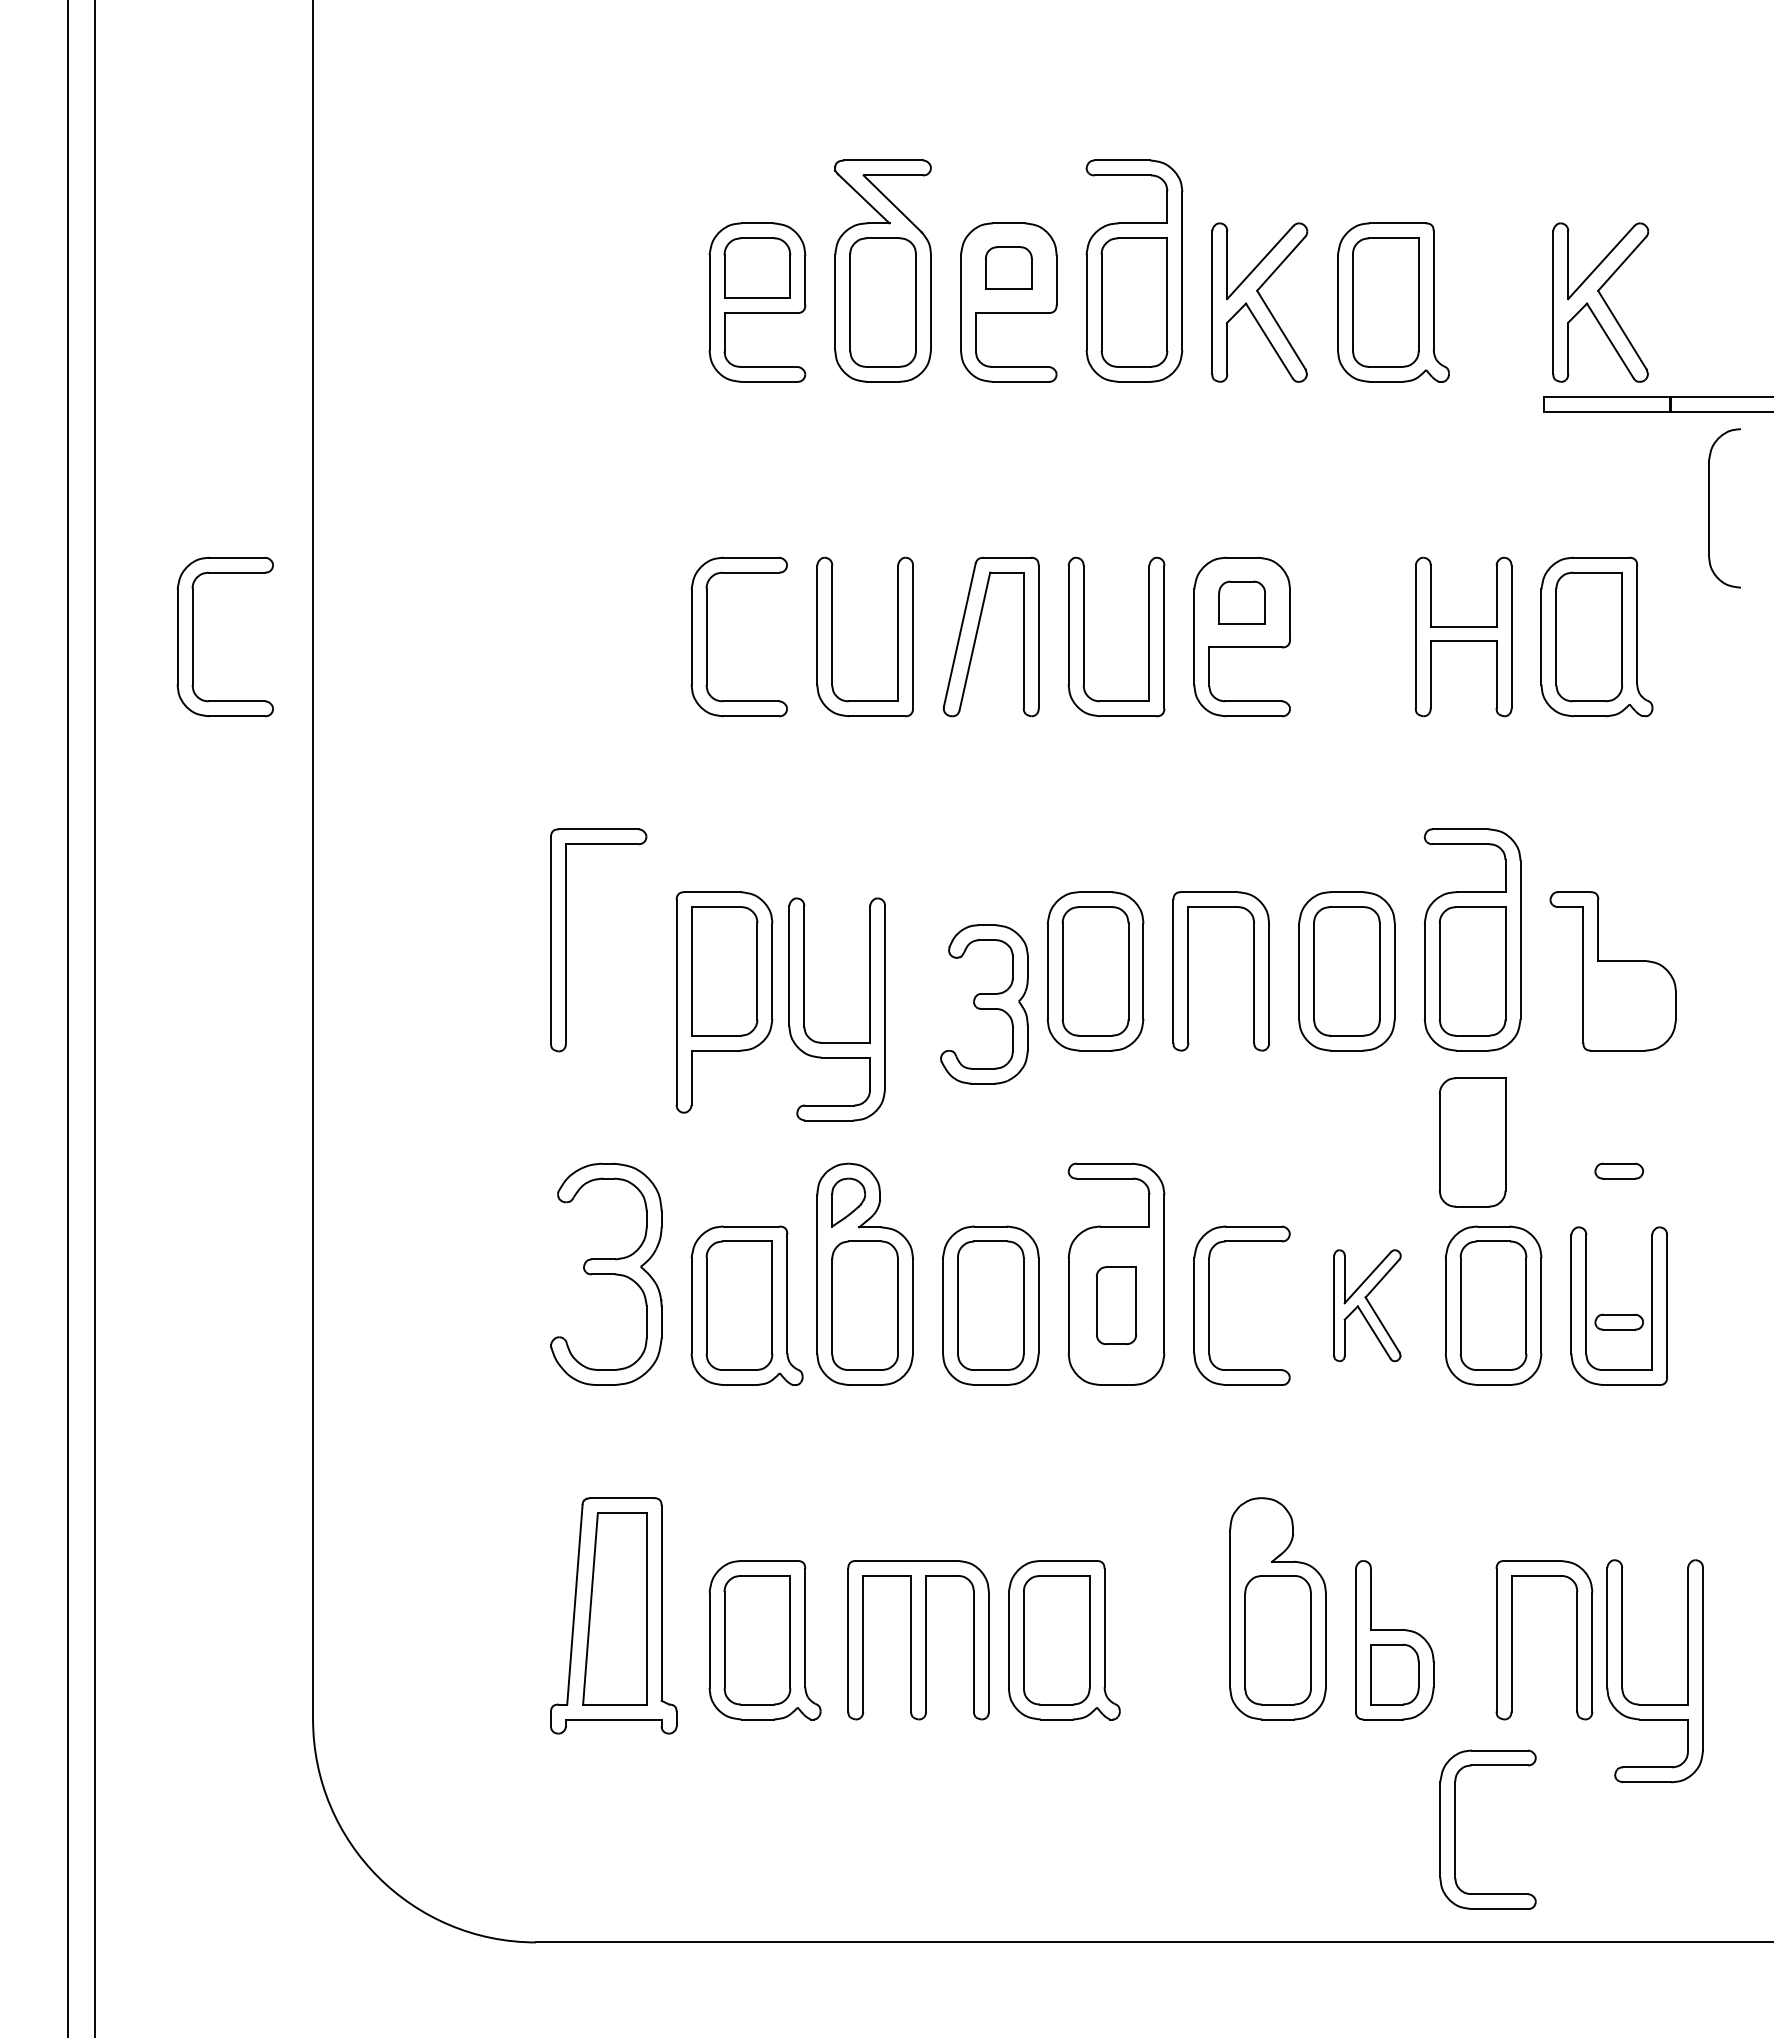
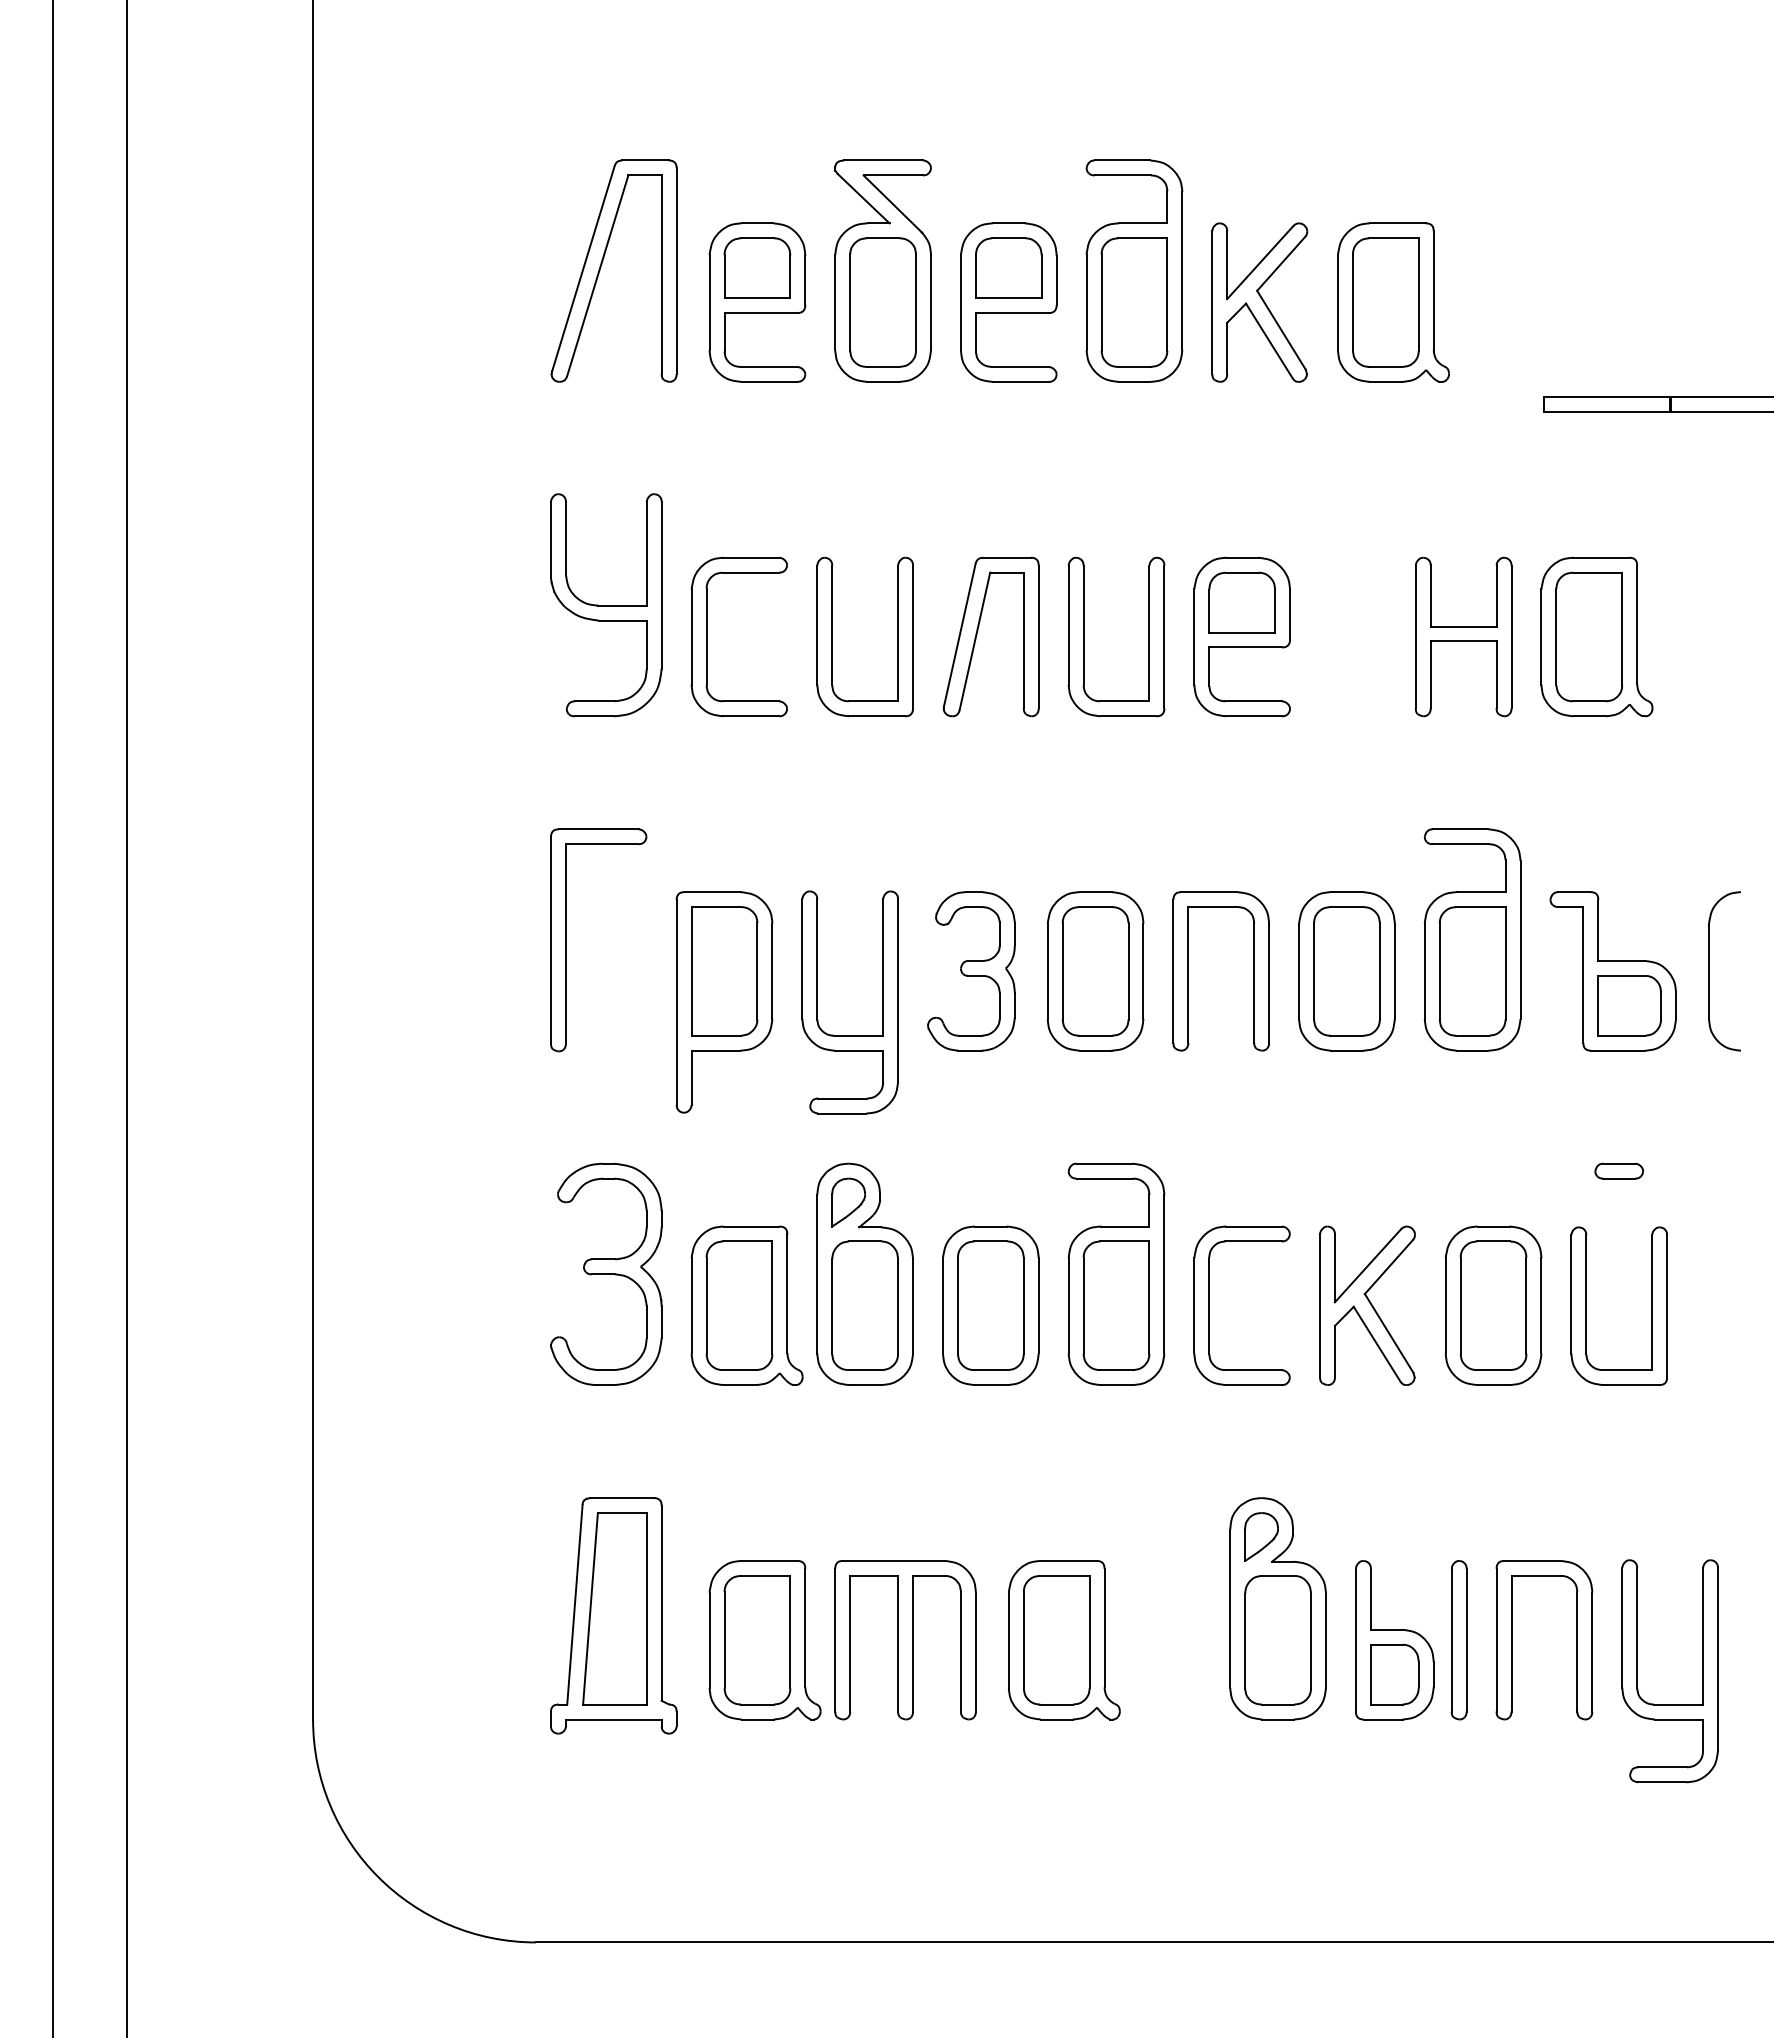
part at (601, 267): none -> present
part at (1008, 267) size: 48x44 px -> 68x62 px
part at (1600, 302): present -> none
part at (1709, 508) position: (1709, 508) -> (1709, 971)
part at (1241, 602) size: 48x45 px -> 68x63 px
part at (606, 605): none -> present
part at (193, 636): present -> none
part at (984, 1004) position: (984, 1004) -> (971, 971)
part at (1629, 1005): none -> present
part at (804, 1009) position: (804, 1009) -> (817, 1002)
line at (68, 1018) position: (68, 1018) -> (53, 1018)
line at (95, 1018) position: (95, 1018) -> (127, 1018)
part at (1472, 1142): present -> none
part at (1116, 1305) size: 42x80 px -> 69x131 px
part at (1367, 1305) size: 69x114 px -> 97x161 px
part at (1618, 1321): present -> none
part at (1261, 1536): none -> present
part at (918, 1640) position: (918, 1640) -> (905, 1640)
part at (1458, 1640): none -> present
part at (1622, 1671) position: (1622, 1671) -> (1637, 1671)
part at (1455, 1829): present -> none
